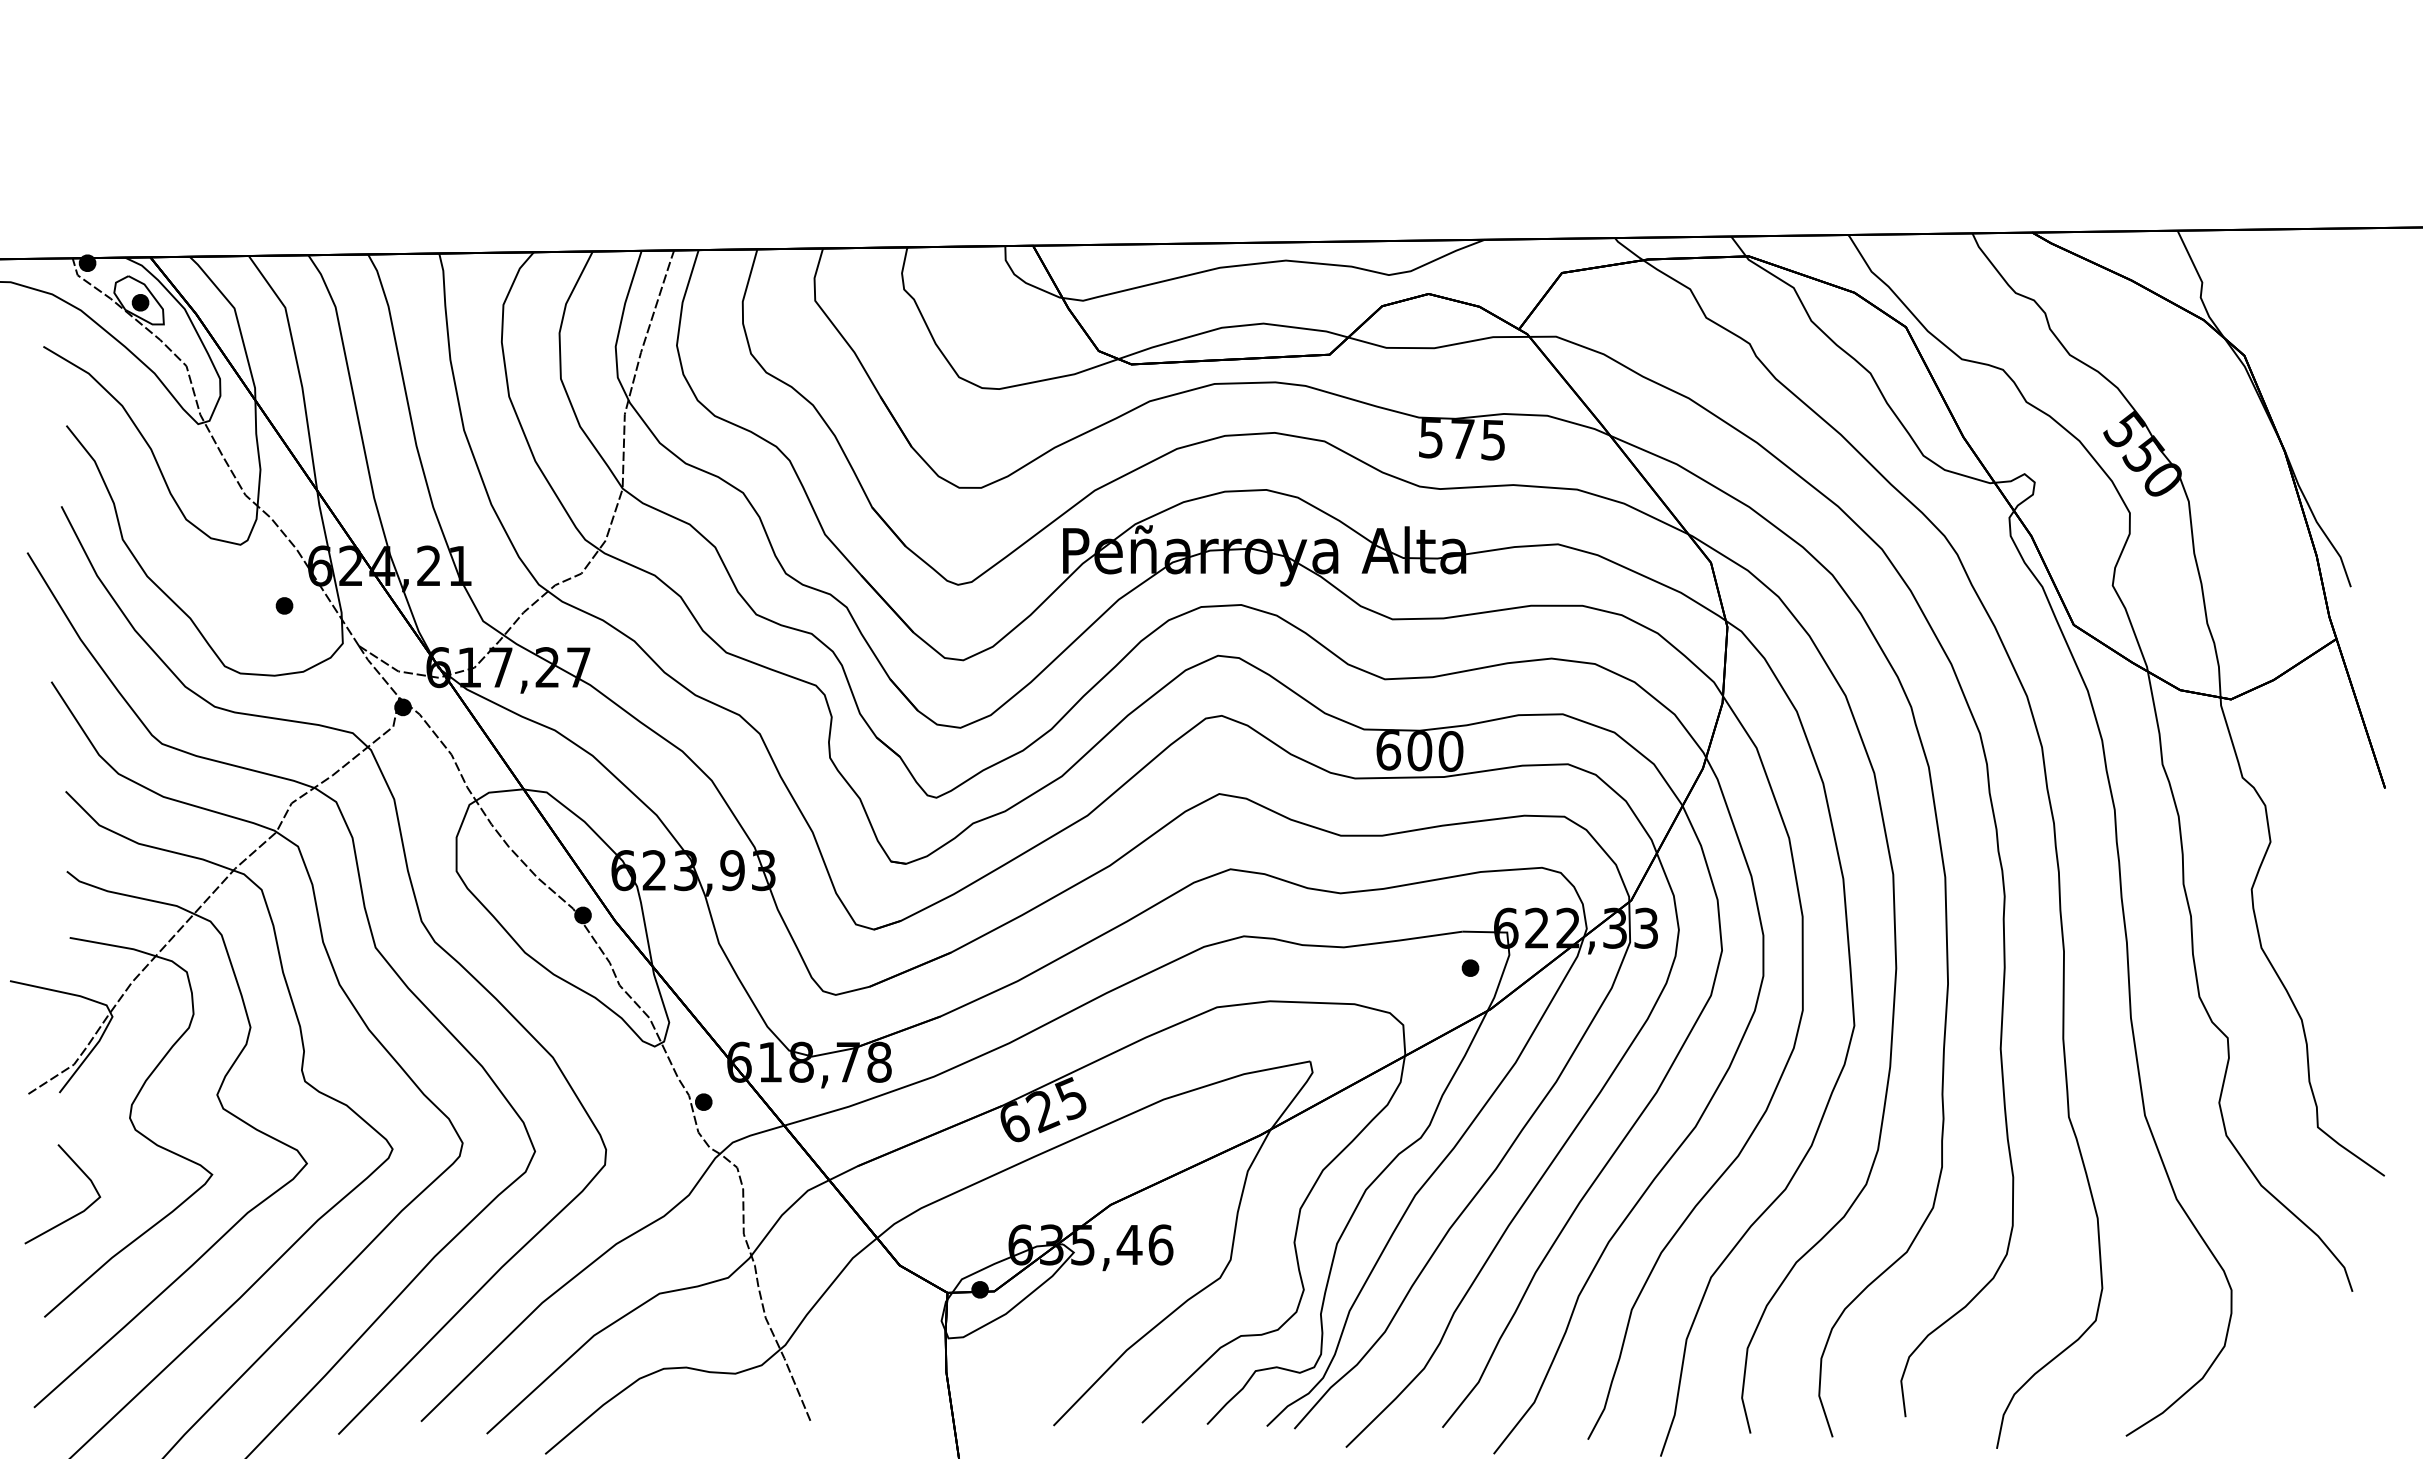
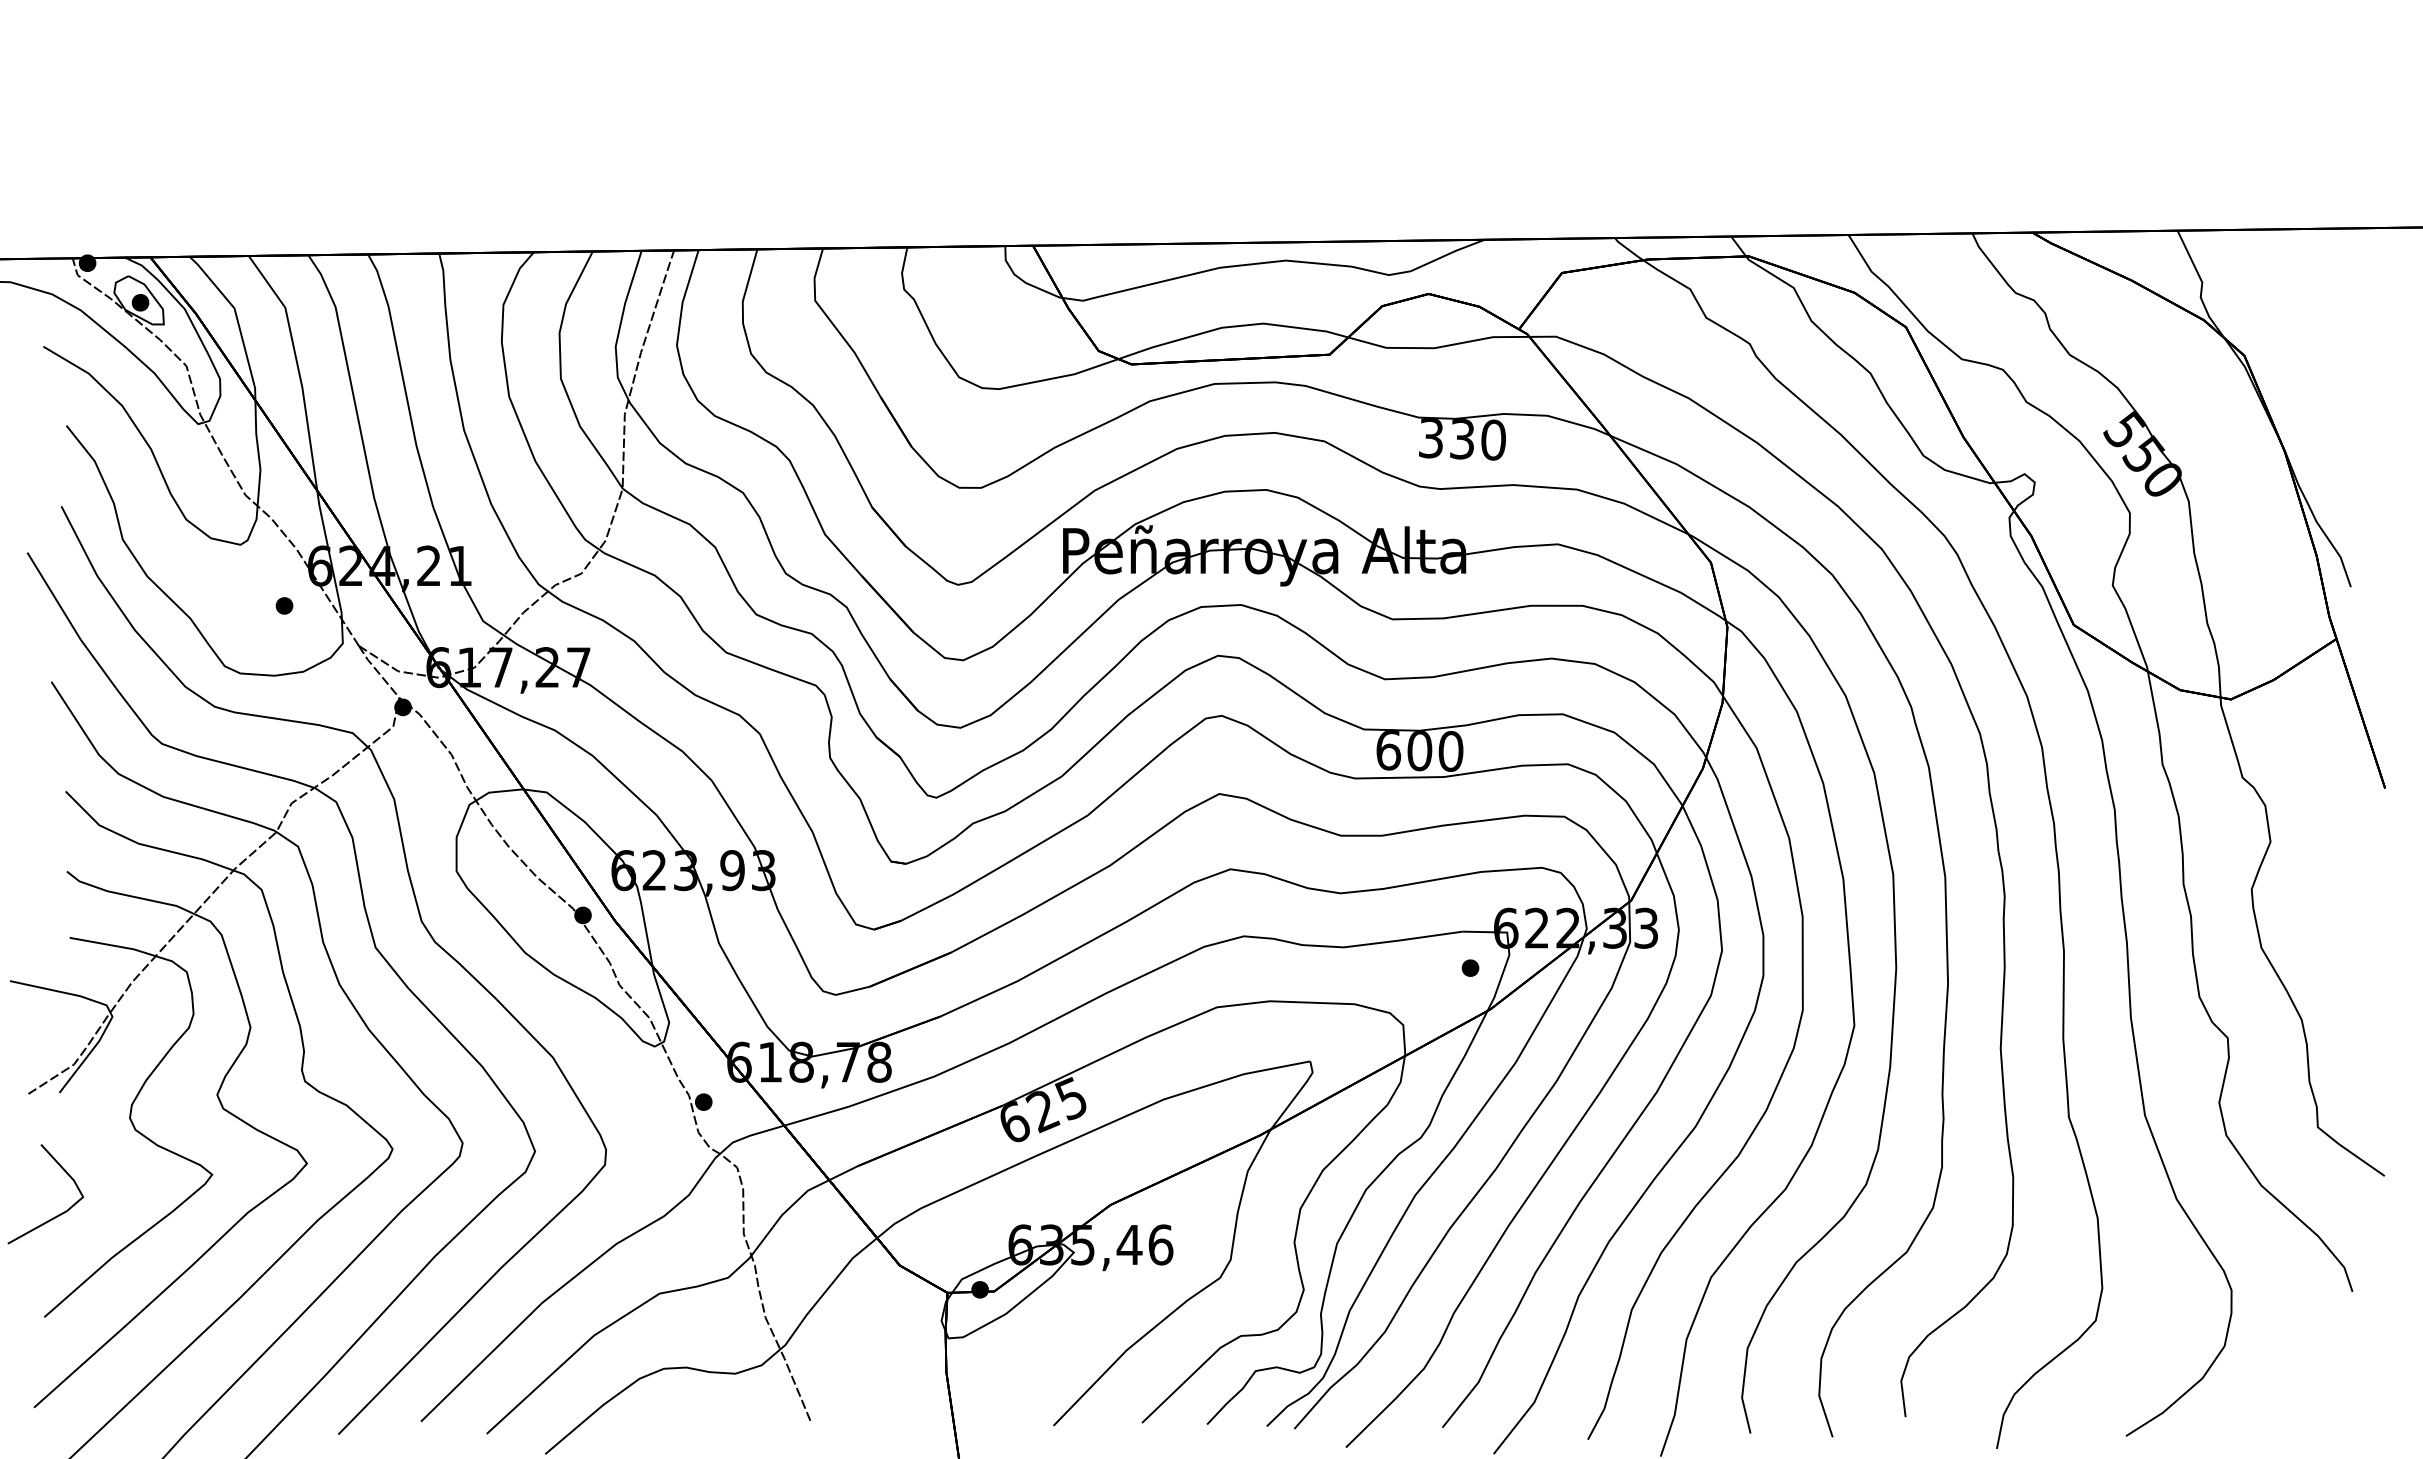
text at (1462, 439): 575 -> 330
line at (73, 1215) position: (73, 1215) -> (56, 1215)
